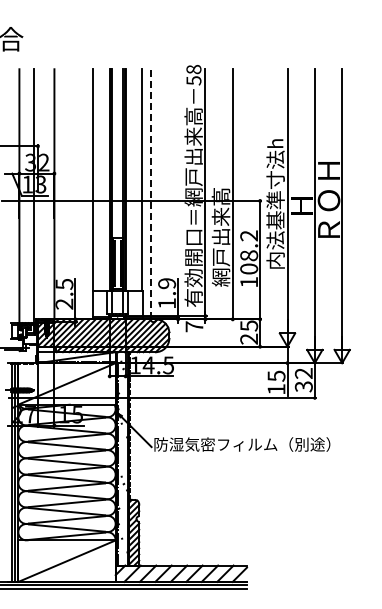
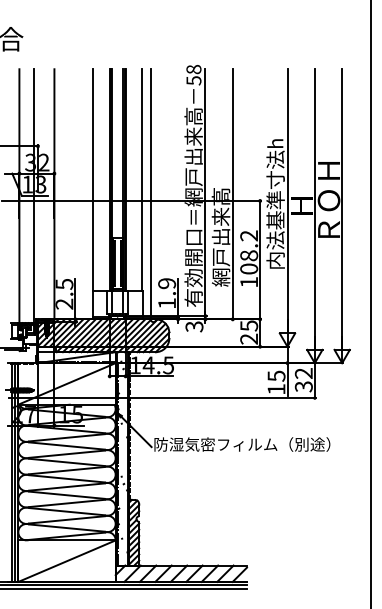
line at (150, 193): dashed -> solid
line at (370, 303): none -> present
text at (194, 326): 7 -> 3
